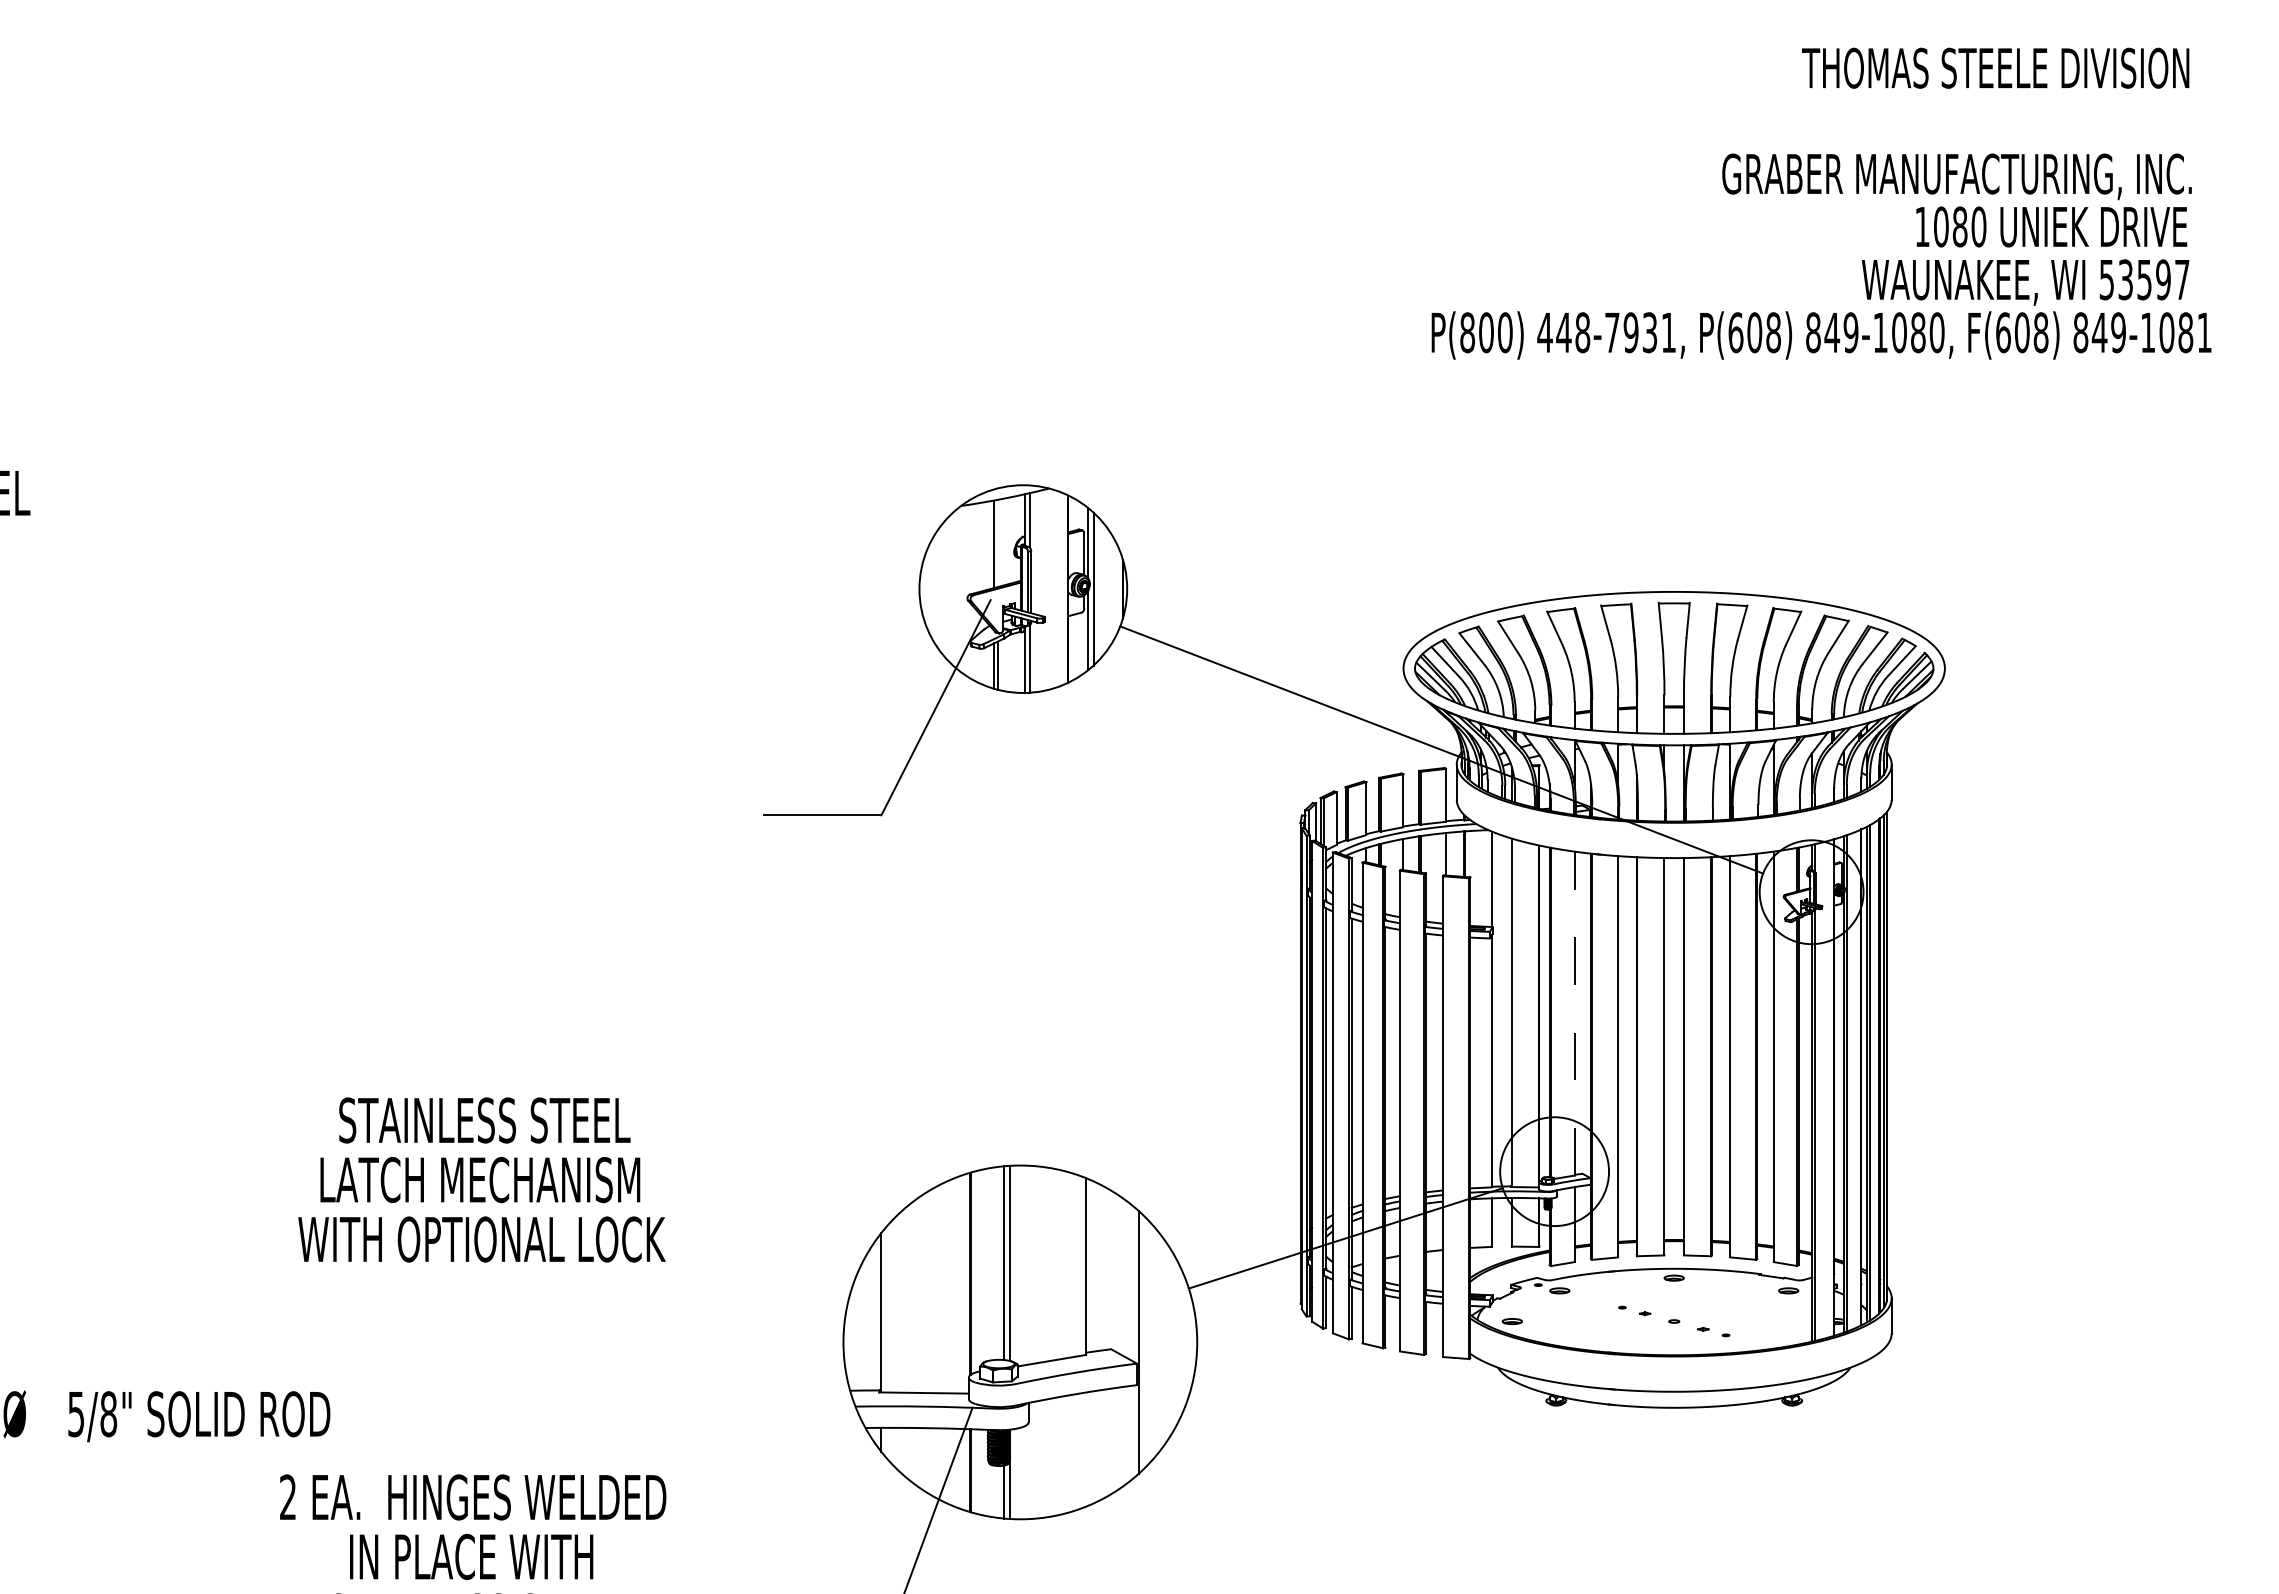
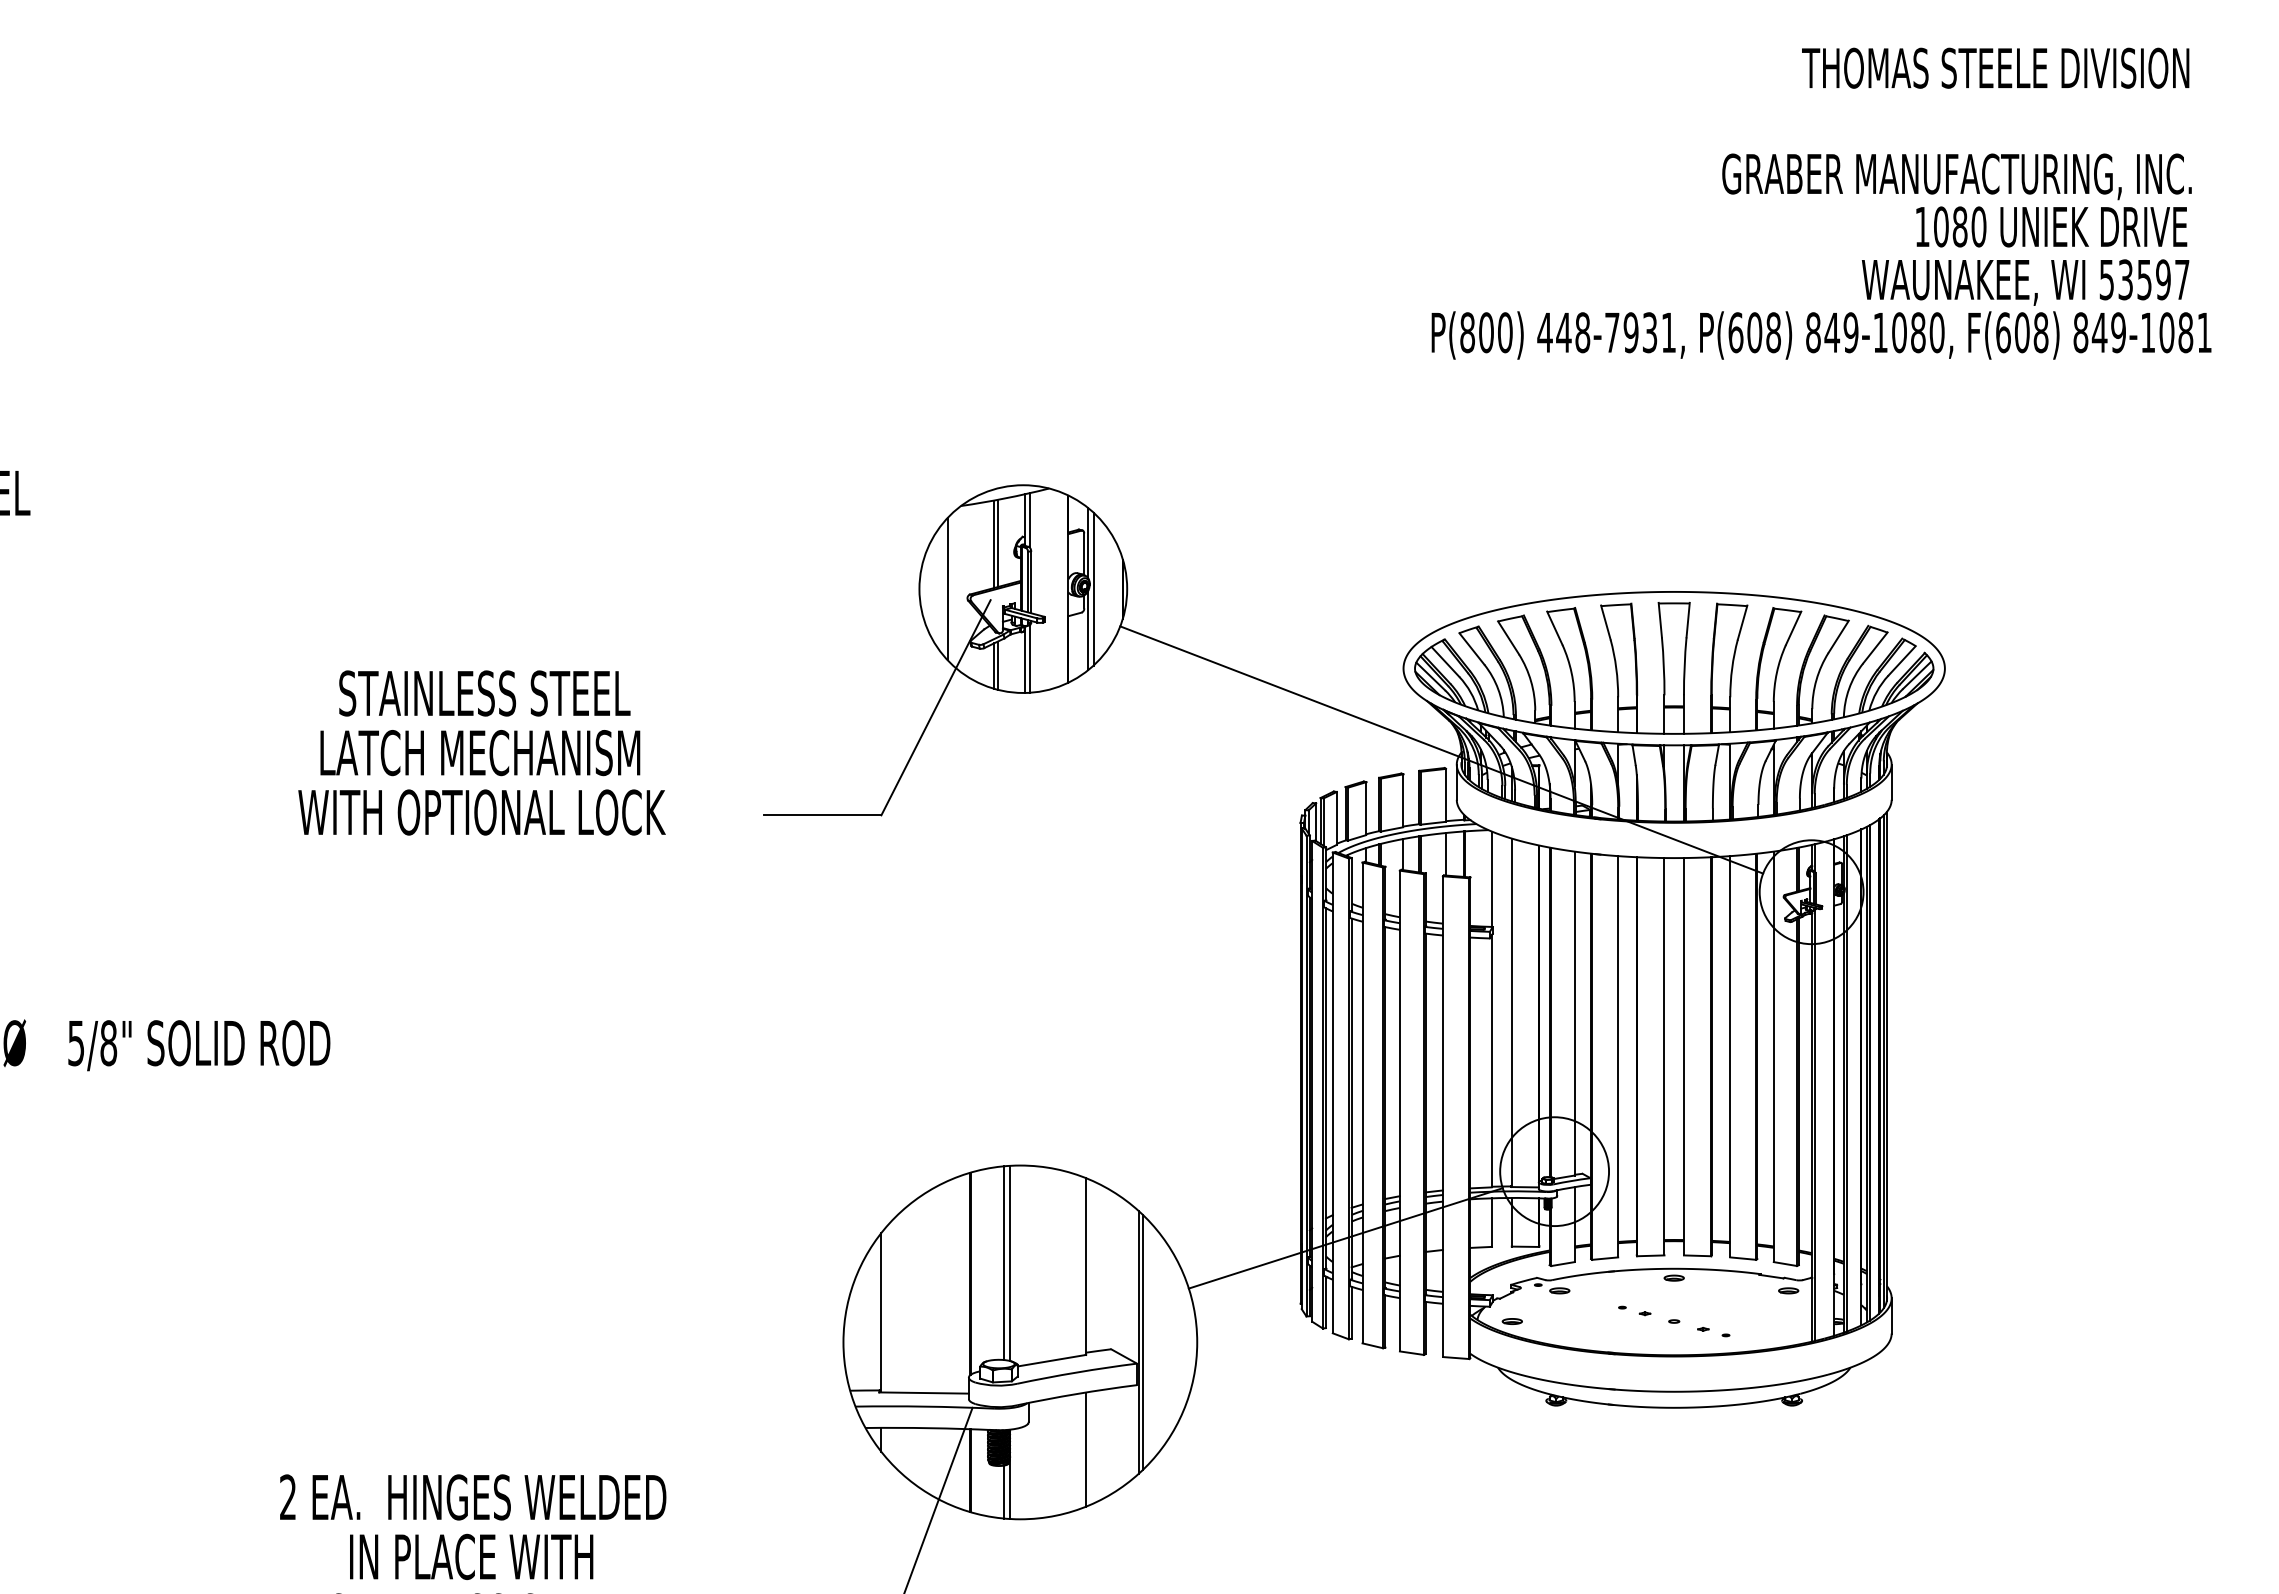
line at (997, 543): none -> present
line at (947, 588): none -> present
line at (1574, 1013): dashed -> solid
text at (481, 1179) position: (481, 1179) -> (481, 752)
line at (1142, 1342): none -> present
text at (166, 1416) position: (166, 1416) -> (166, 1045)
line at (1085, 1449): none -> present
